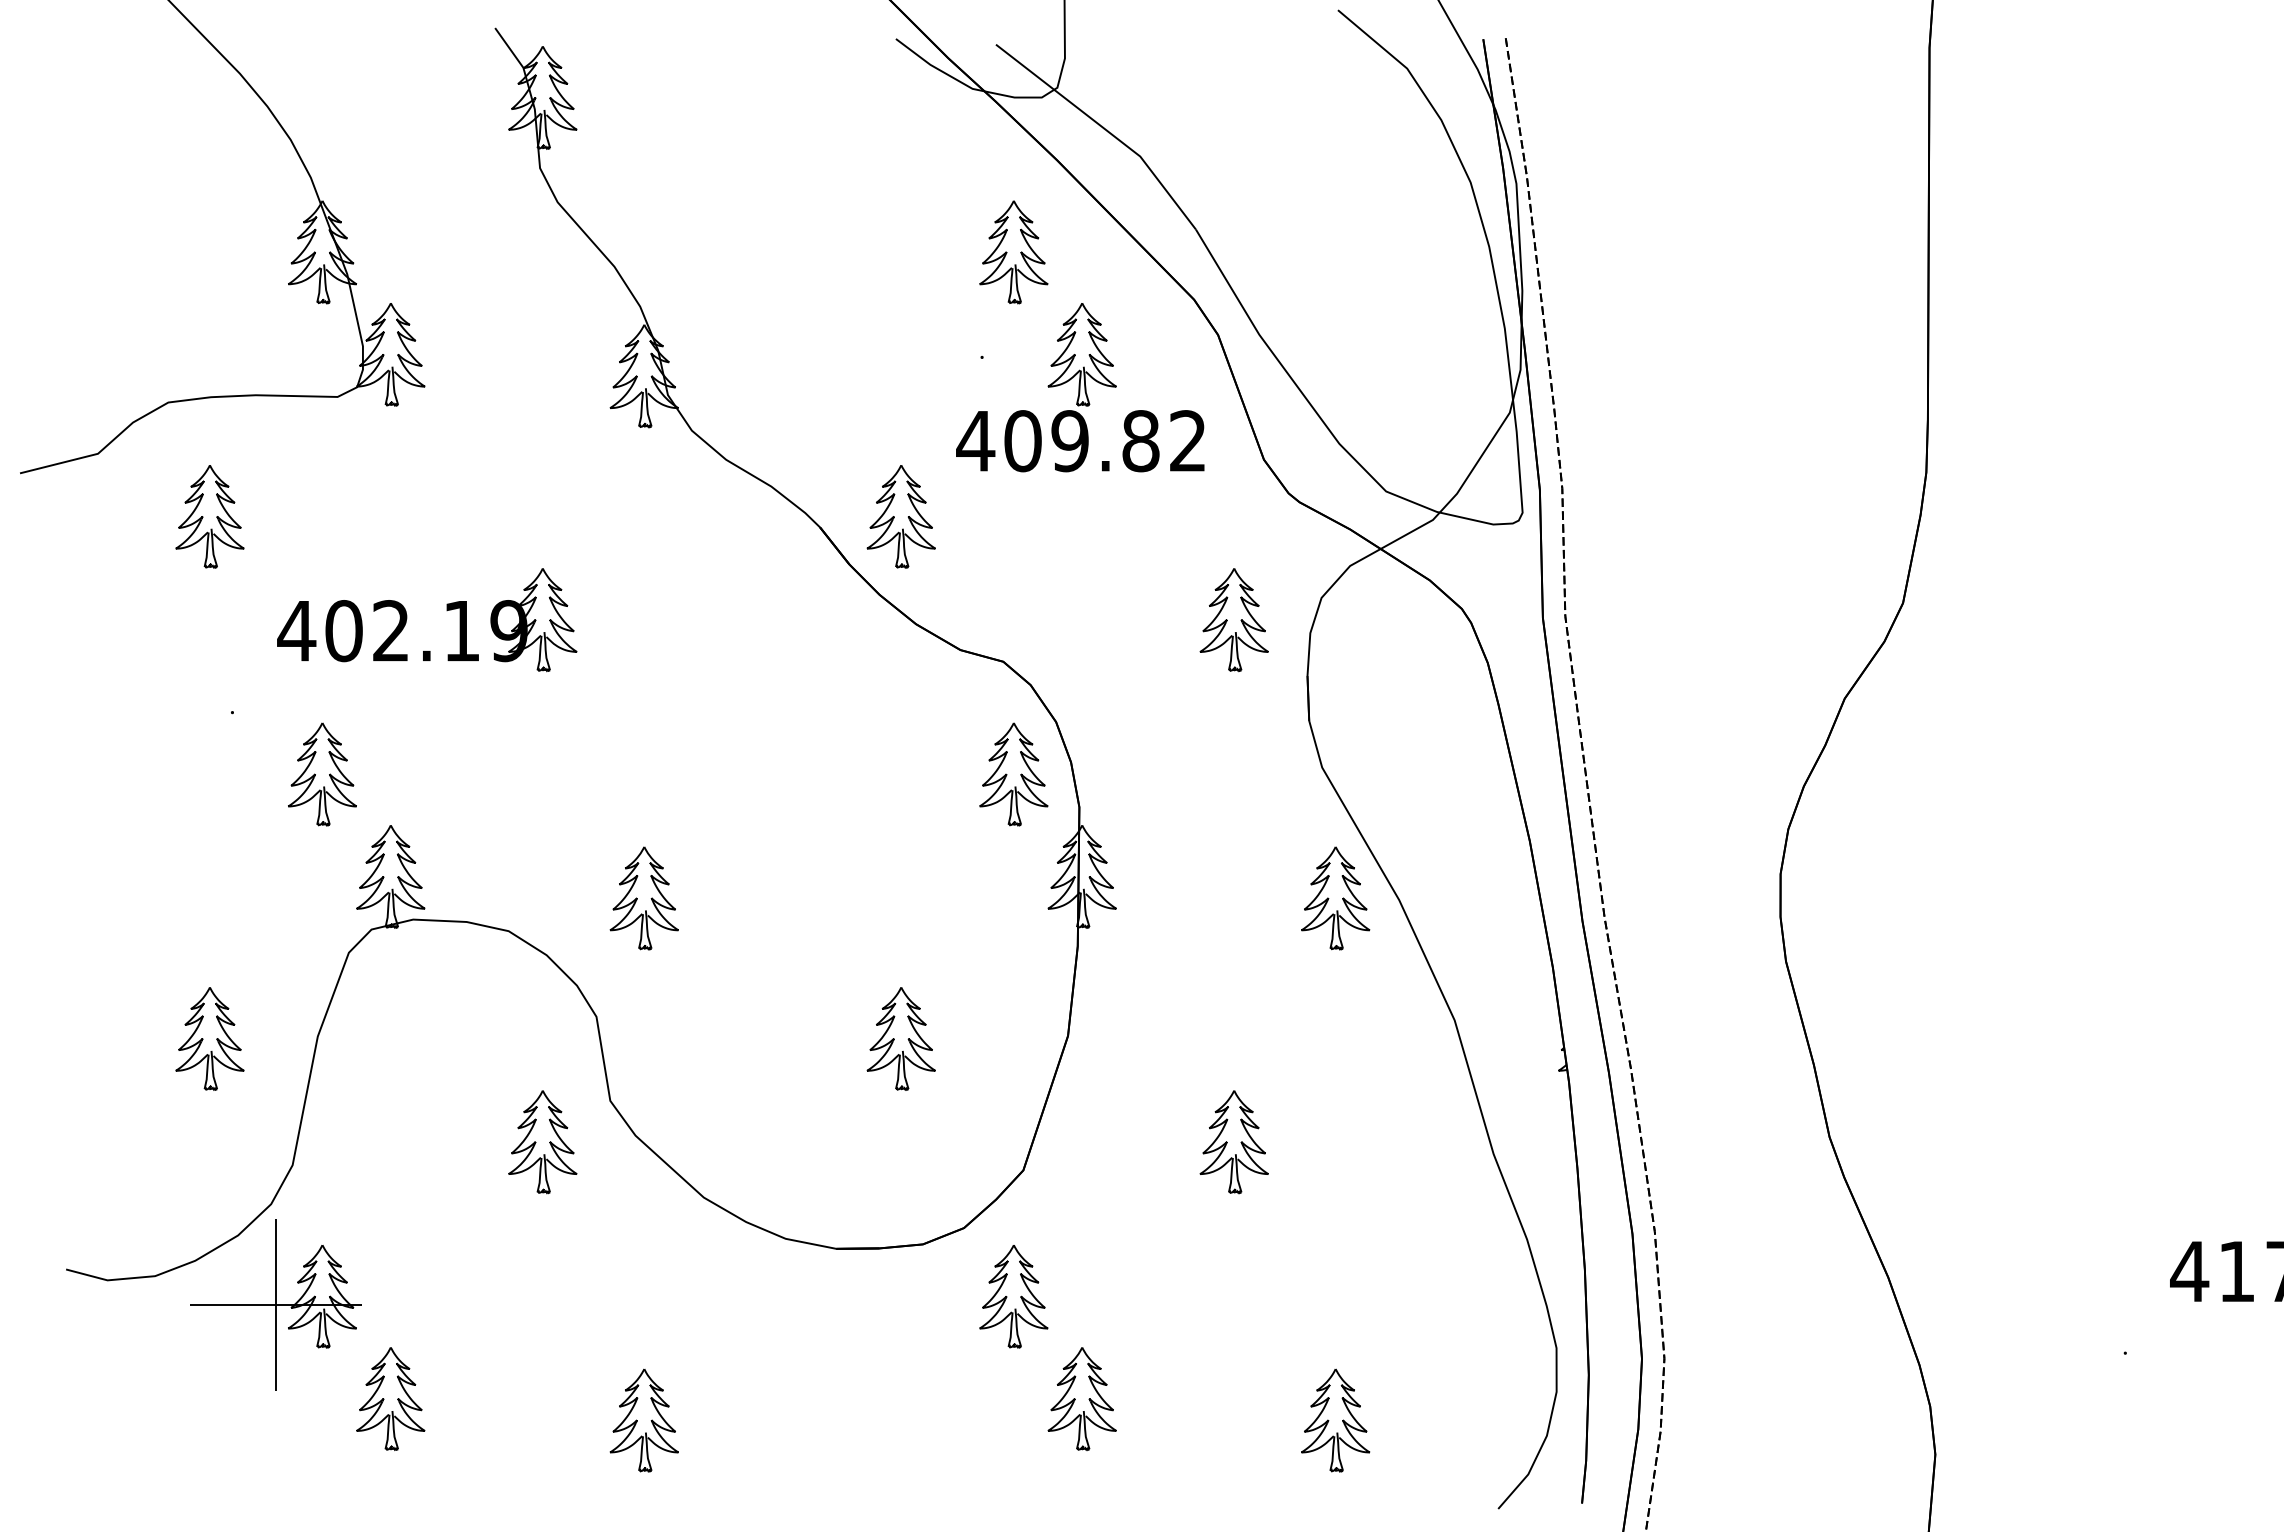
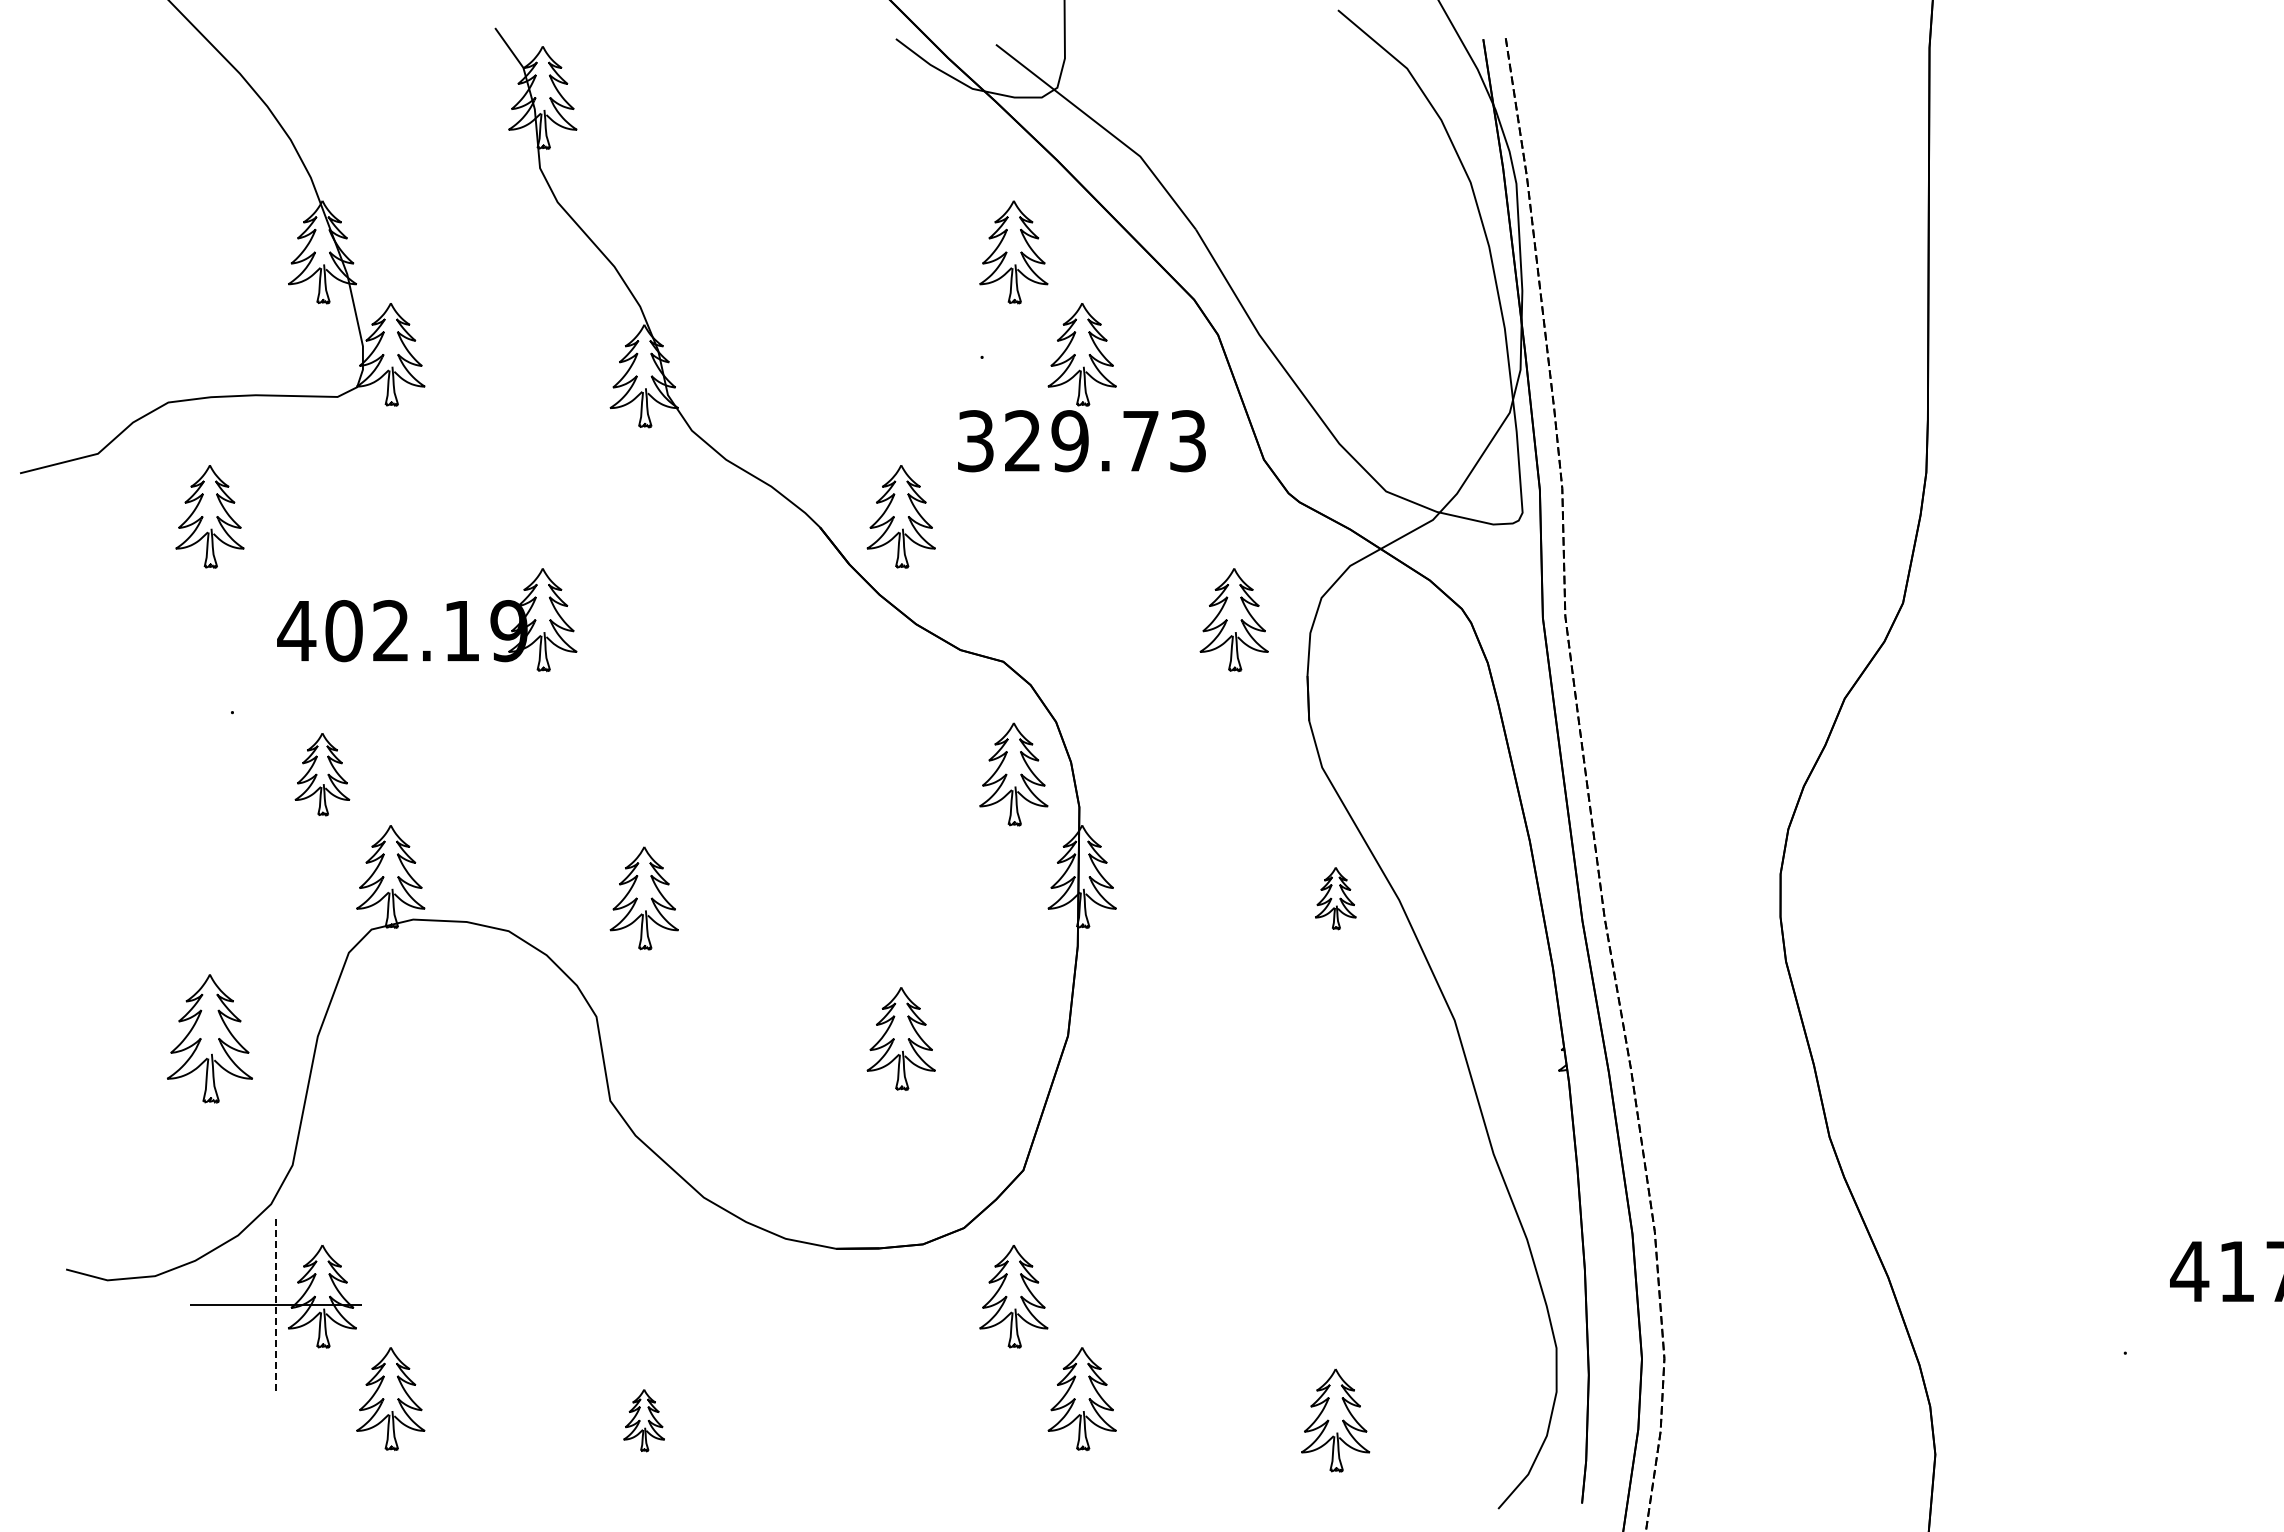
text at (1080, 441): 409.82 -> 329.73
part at (322, 774) size: 69x105 px -> 57x84 px
part at (1335, 898) size: 70x105 px -> 42x64 px
part at (209, 1038) size: 70x104 px -> 86x130 px
part at (542, 1142): present -> none
part at (1233, 1142): present -> none
line at (275, 1305): solid -> dashed
part at (643, 1420) size: 70x105 px -> 42x64 px
